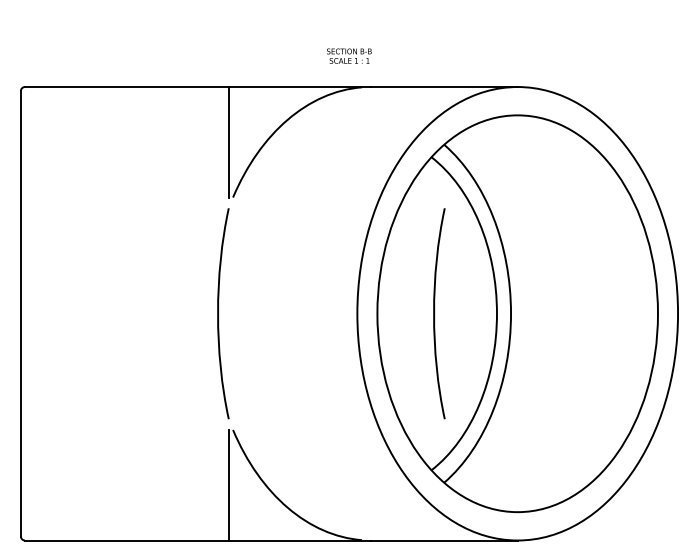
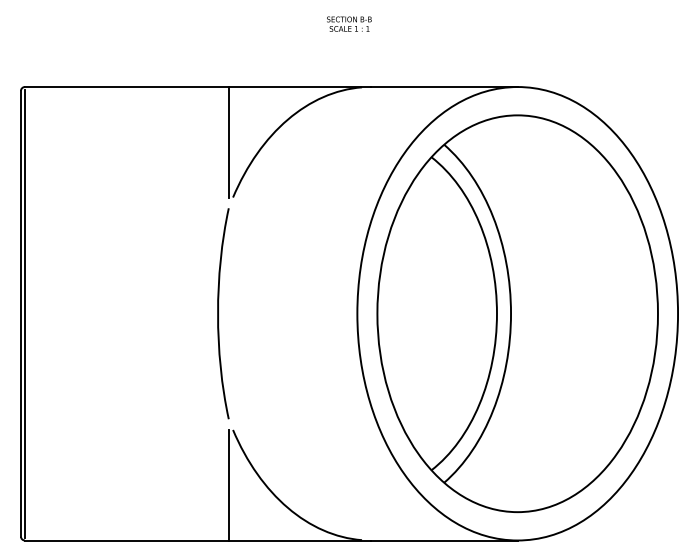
text at (349, 55) position: (349, 55) -> (349, 23)
line at (24, 313): none -> present
curve at (434, 313): present -> none
